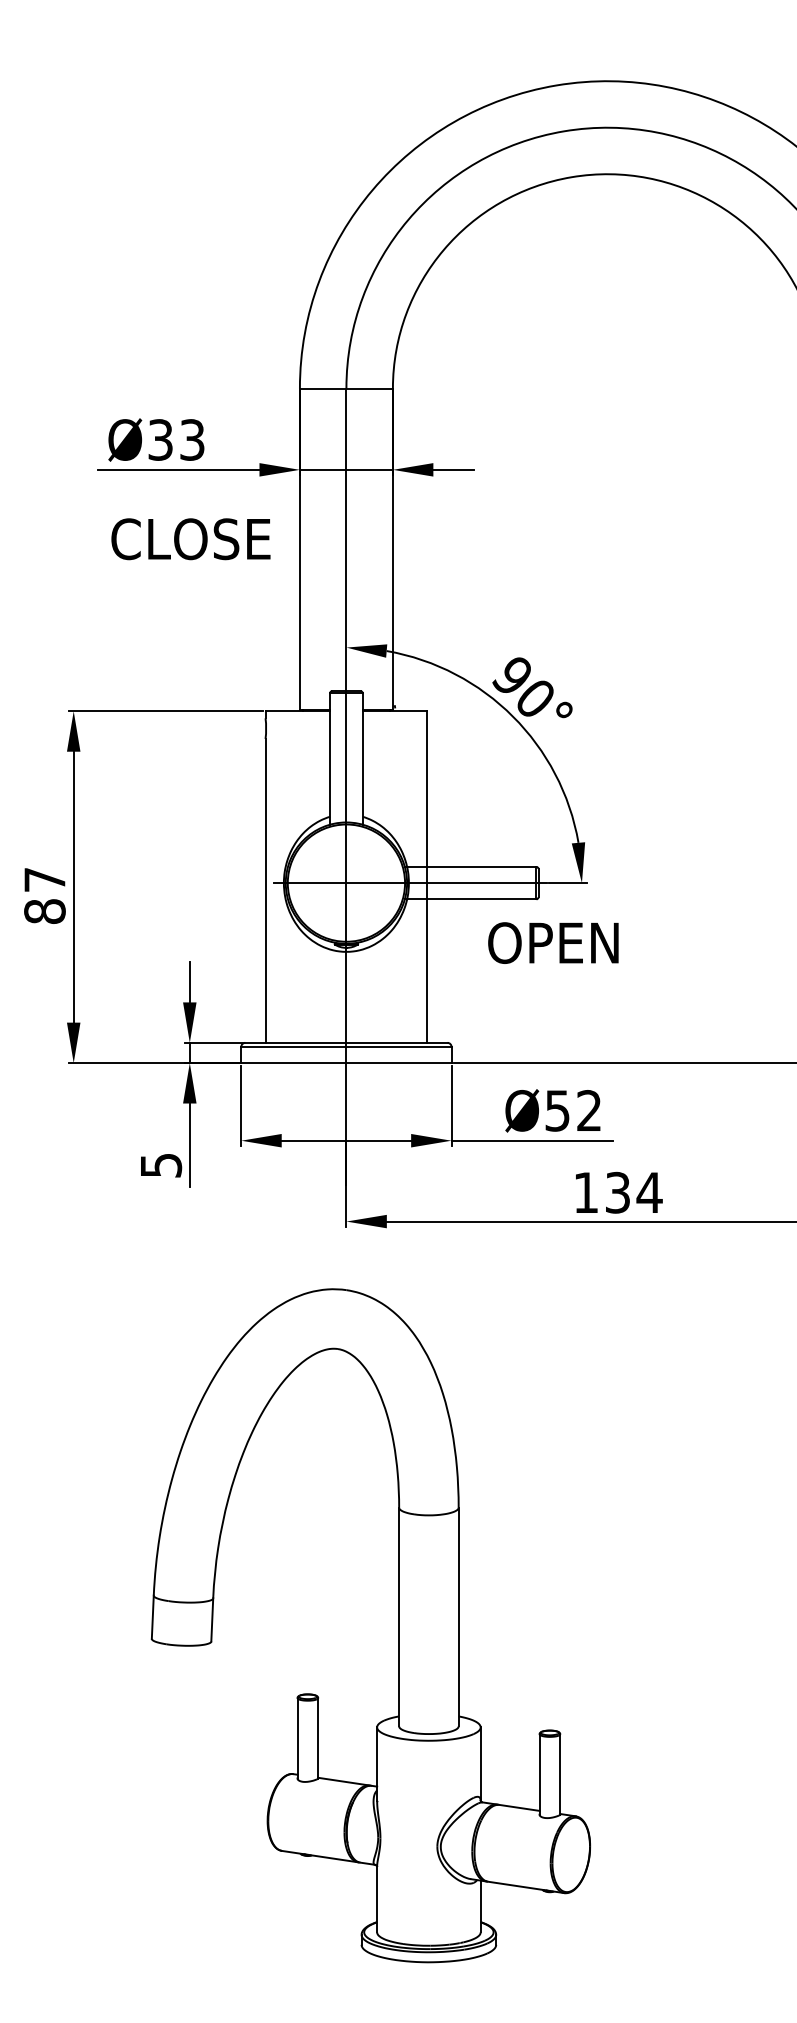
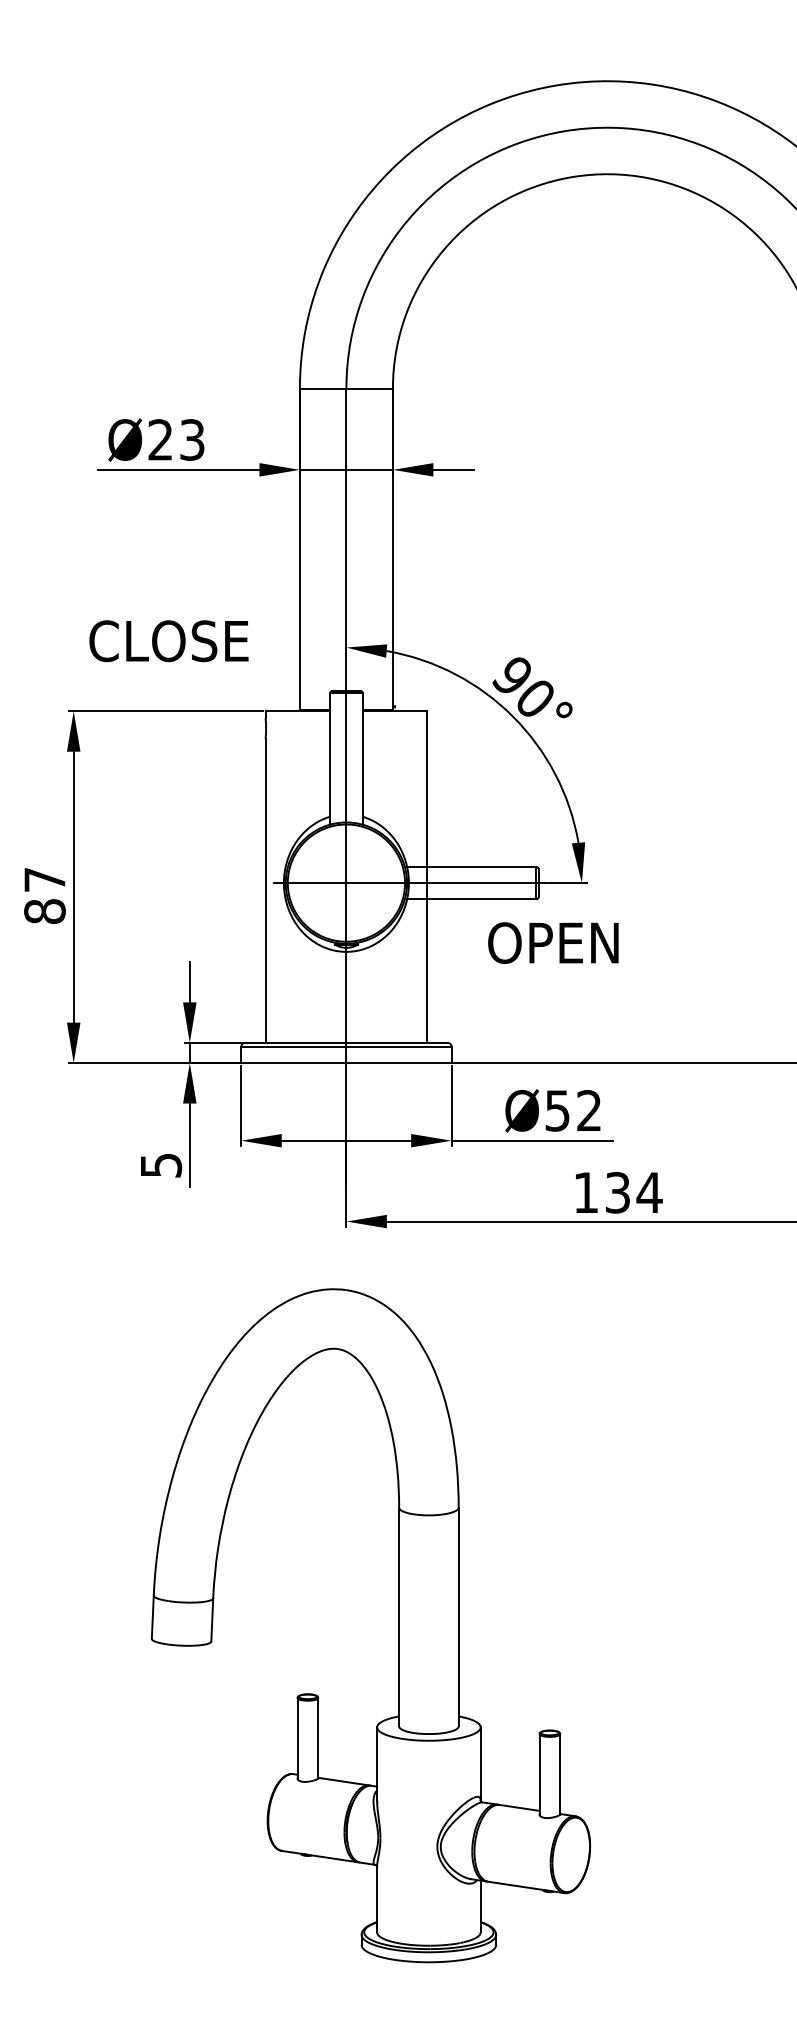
text at (160, 439): Ø33 -> Ø23
text at (190, 539) position: (190, 539) -> (168, 641)
